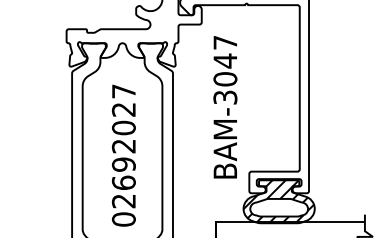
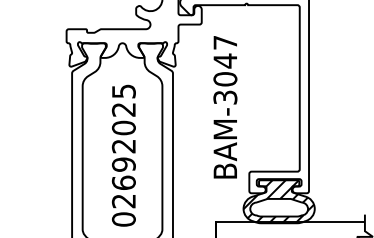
text at (123, 91): 02692027 -> 02692025
